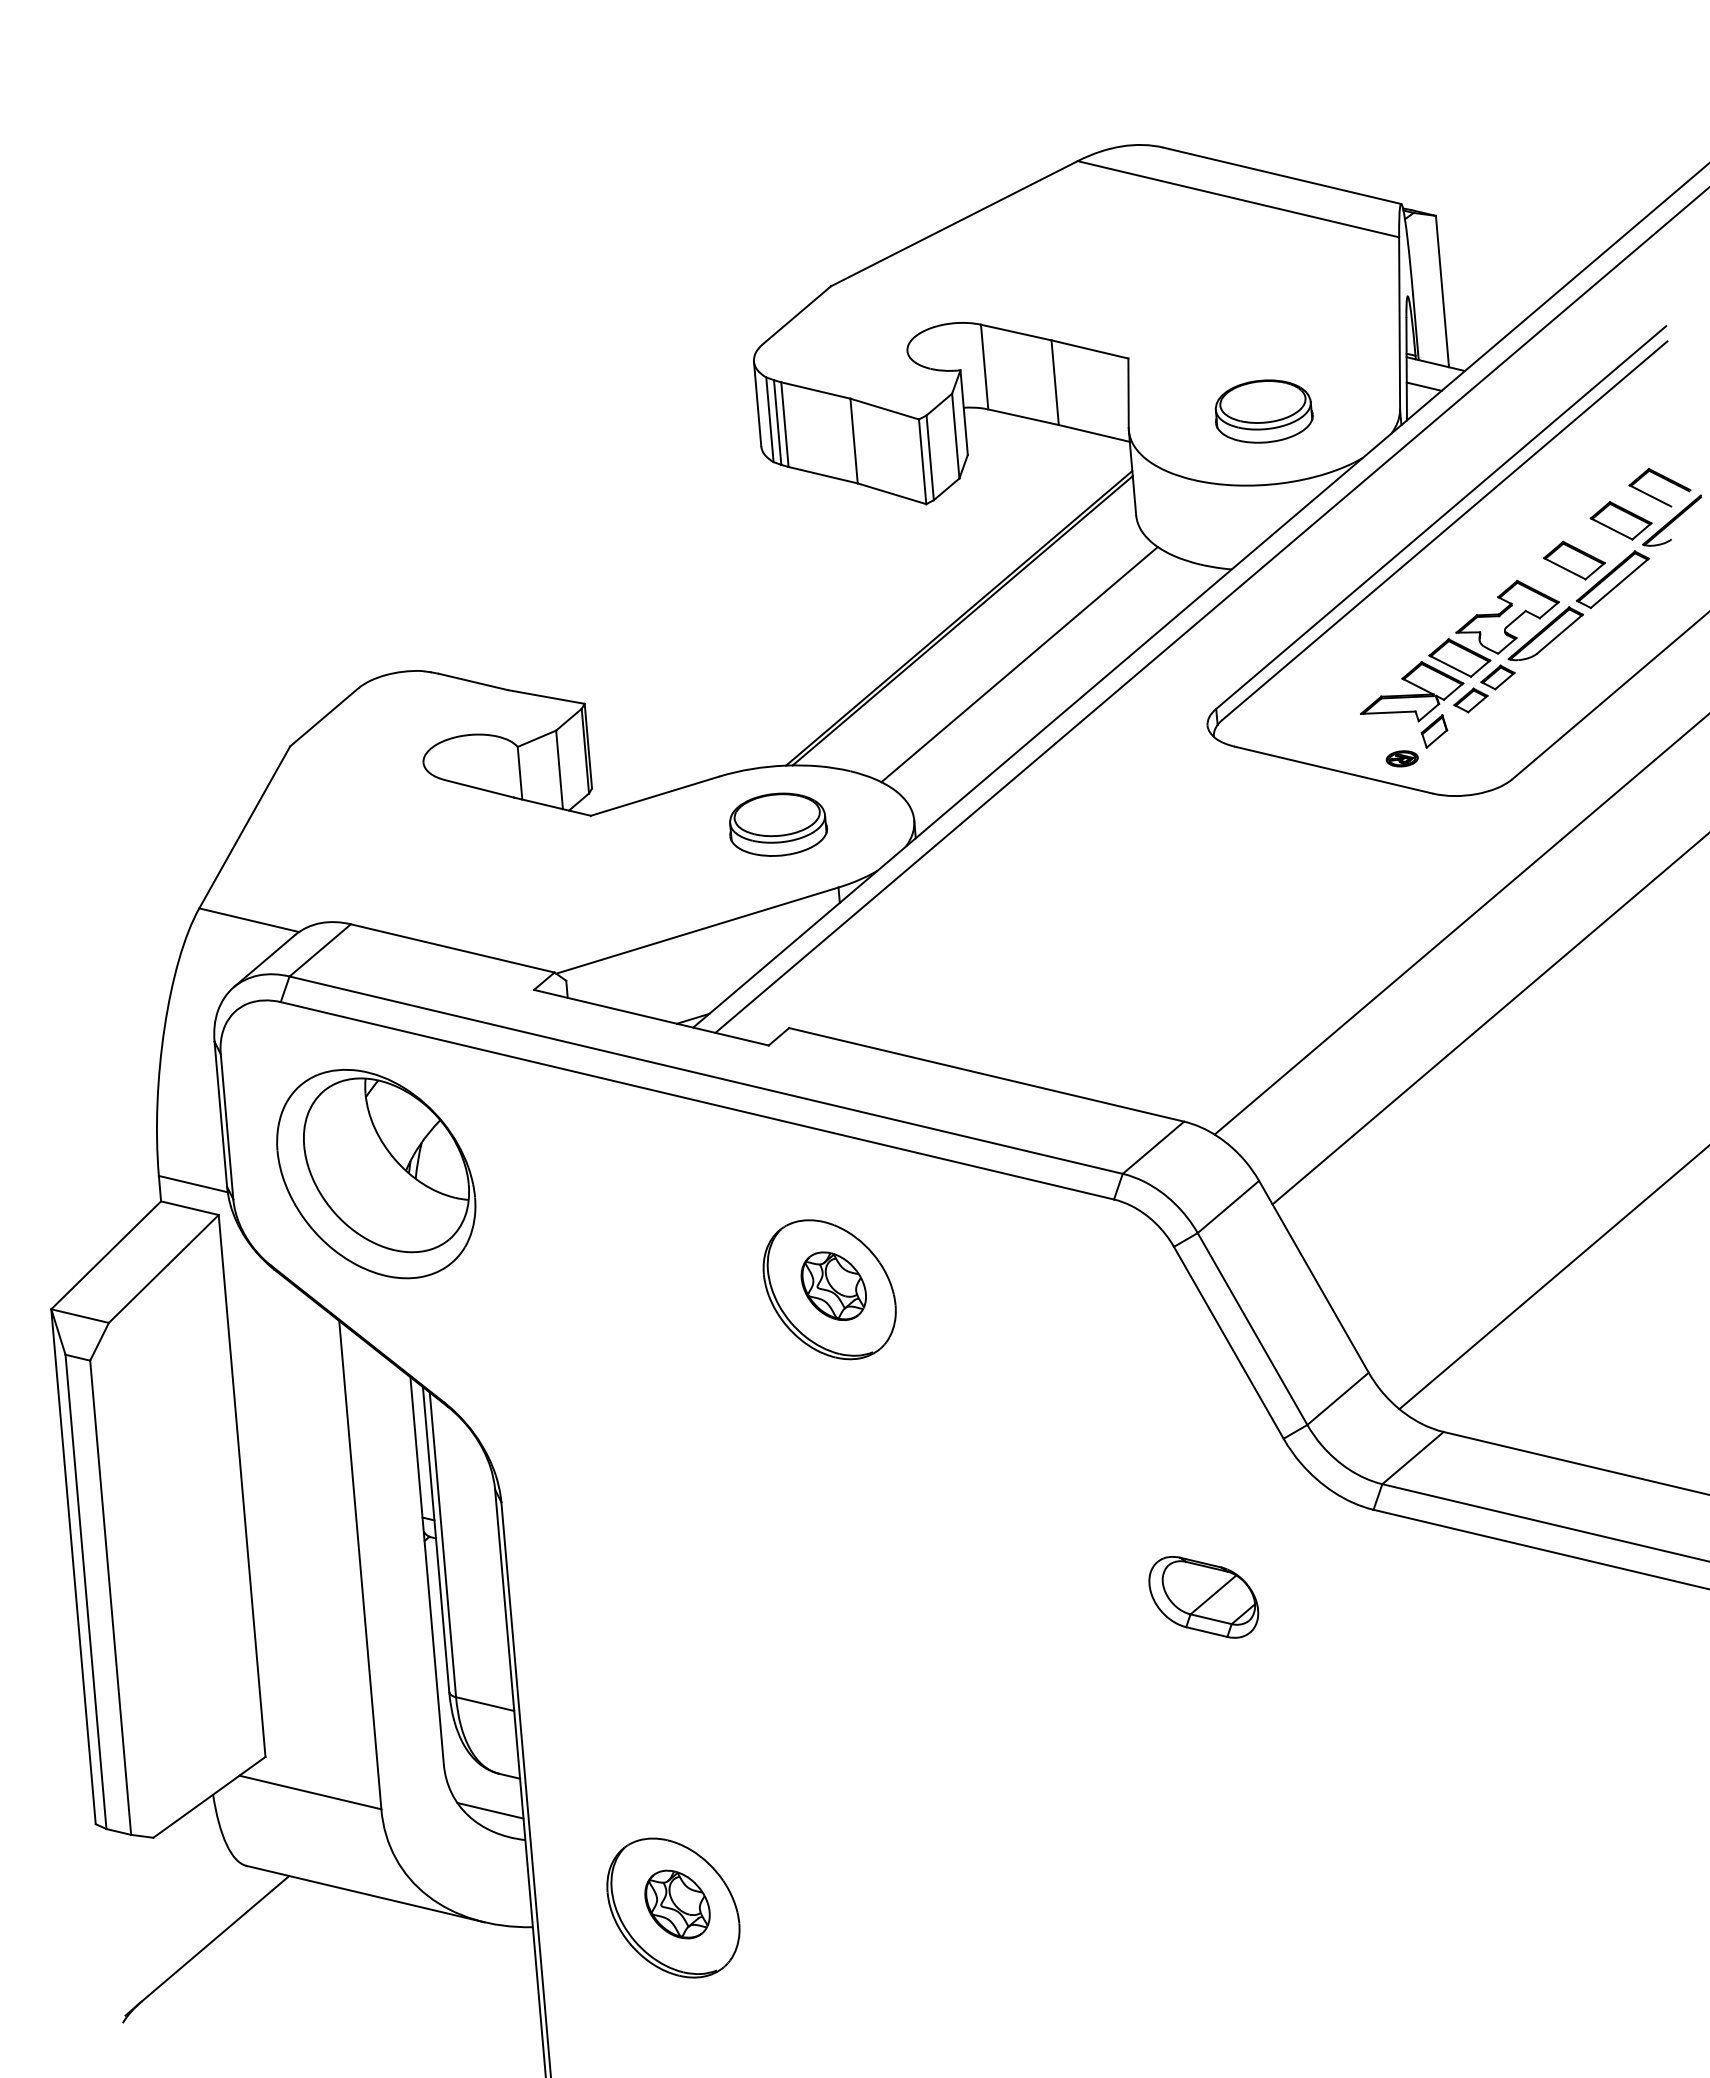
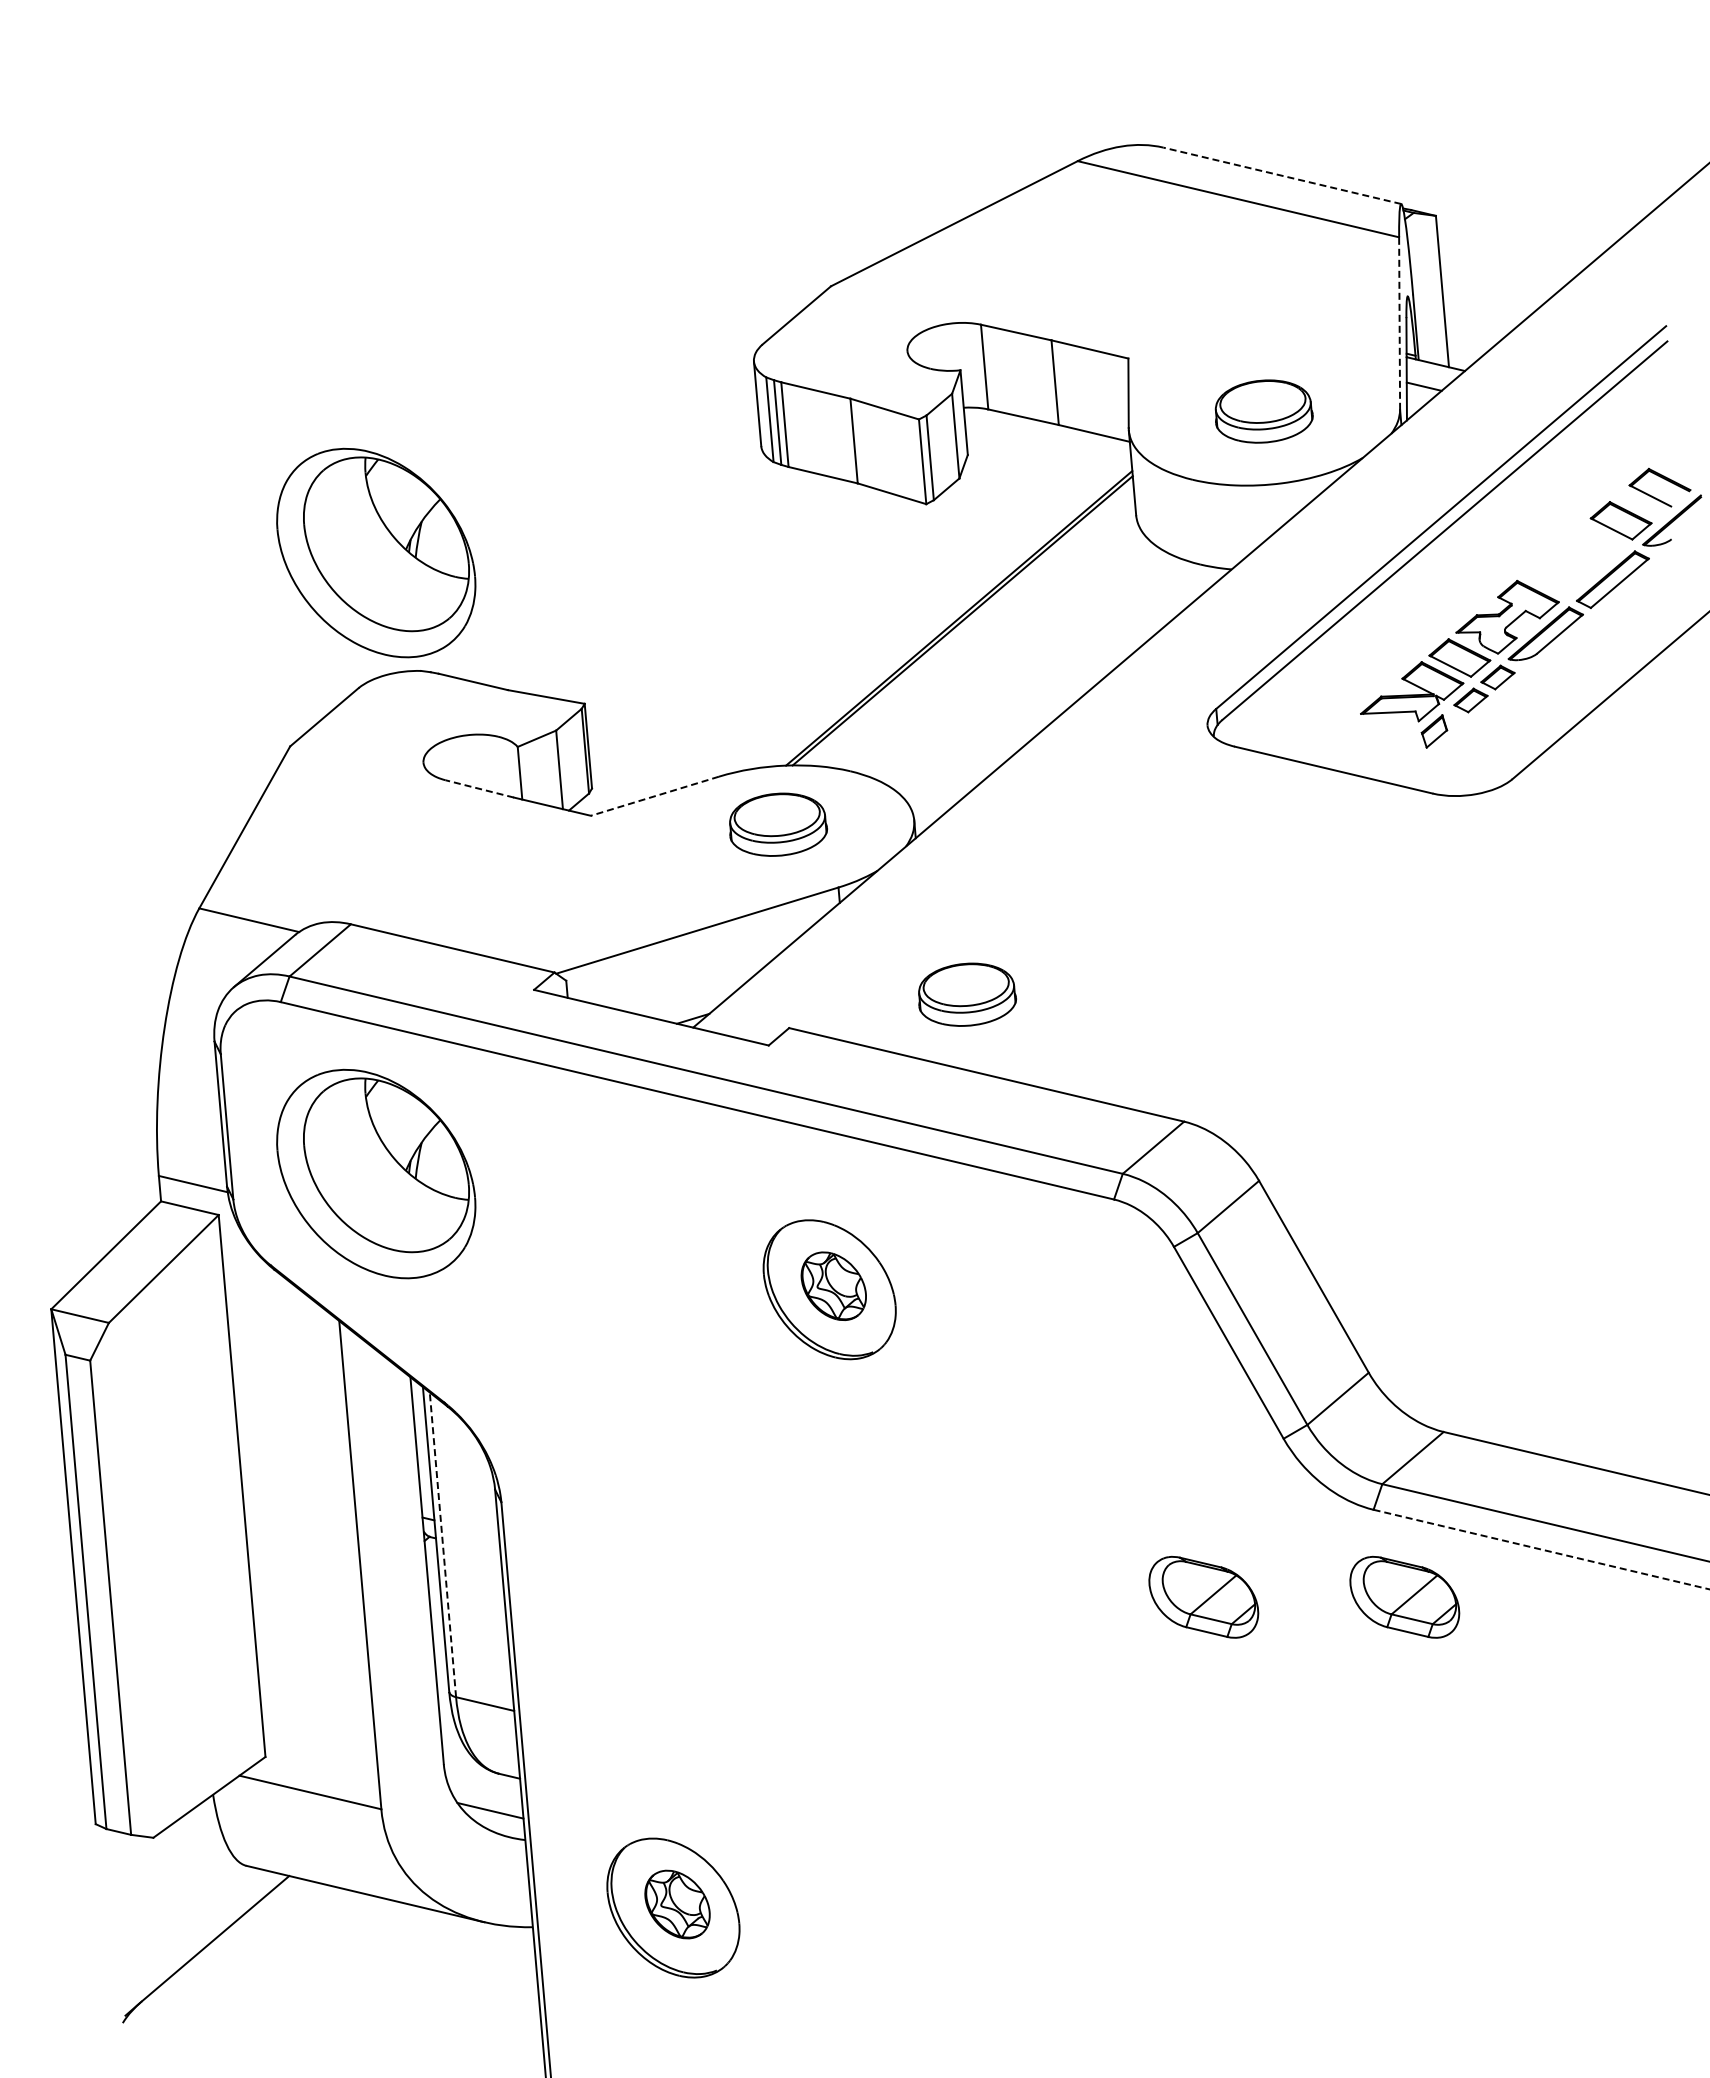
line at (1281, 175): solid -> dashed
line at (1399, 323): solid -> dashed
part at (376, 552): none -> present
part at (1574, 560): present -> none
line at (1210, 610): present -> none
line at (1019, 664): present -> none
part at (1401, 758): present -> none
line at (479, 788): solid -> dashed
line at (654, 796): solid -> dashed
line at (1460, 925): present -> none
part at (967, 994): none -> present
line at (1489, 1019): present -> none
line at (1552, 1278): present -> none
line at (442, 1544): solid -> dashed
line at (1541, 1549): solid -> dashed
part at (1404, 1596): none -> present
